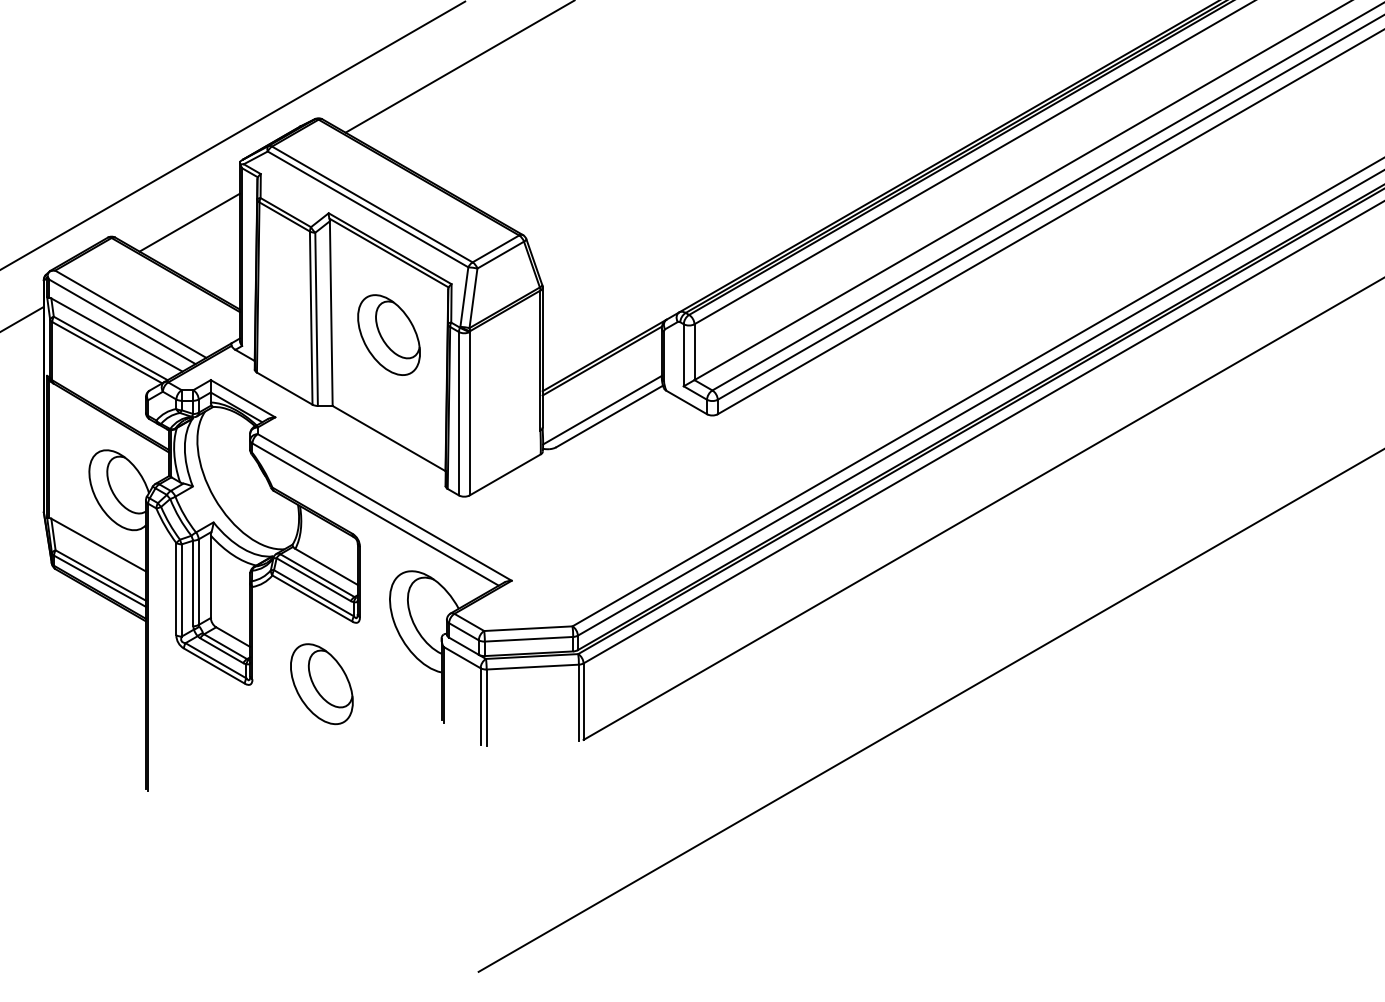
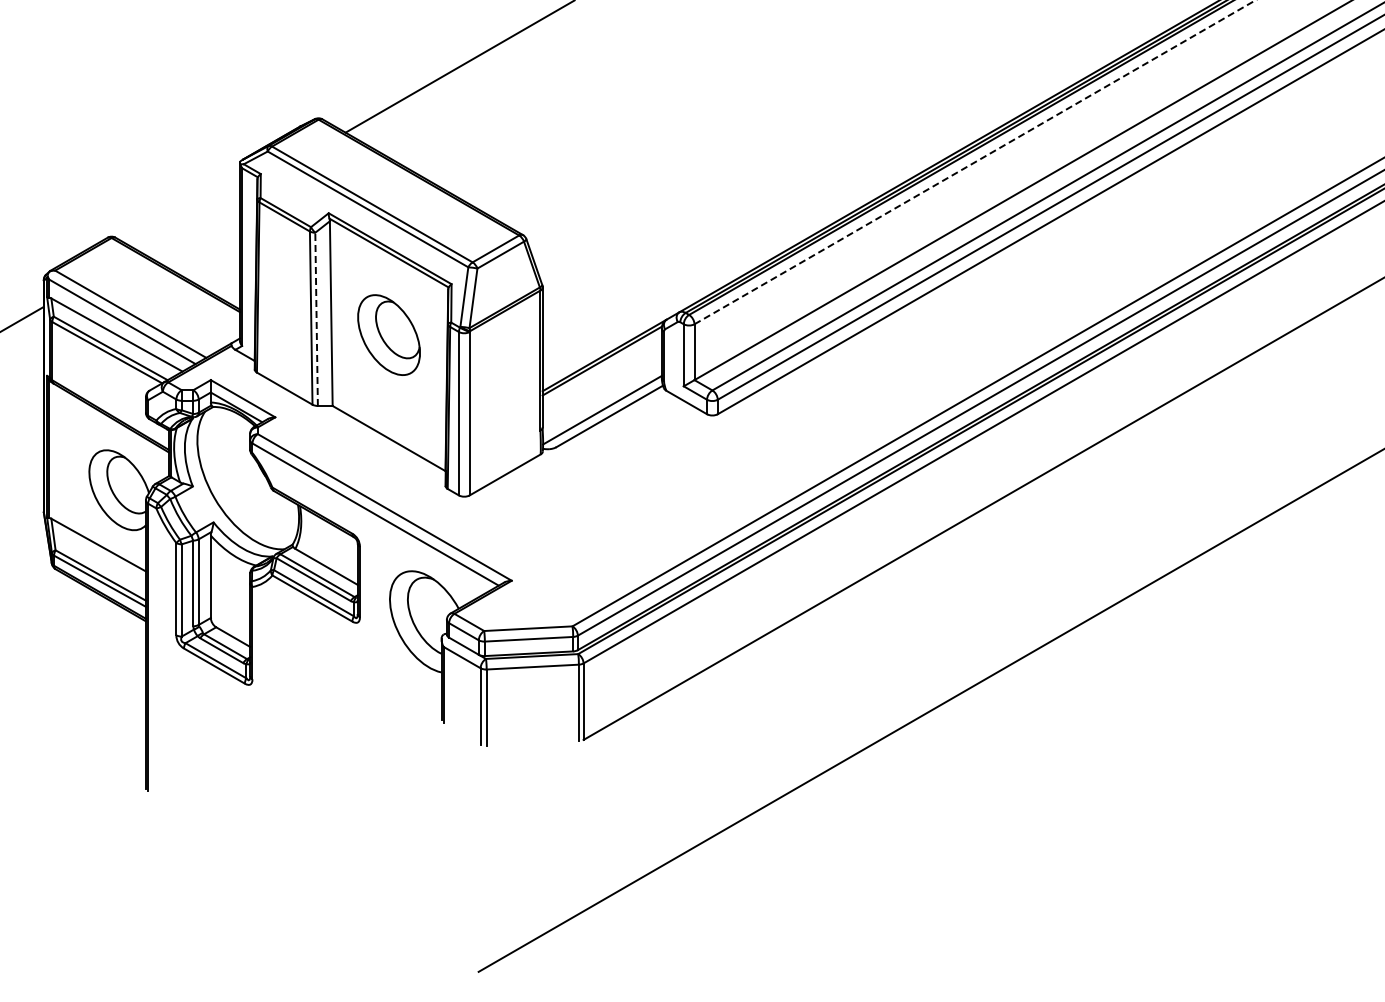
line at (233, 135): present -> none
line at (975, 162): solid -> dashed
line at (189, 222): present -> none
line at (316, 319): solid -> dashed
part at (321, 684): present -> none
